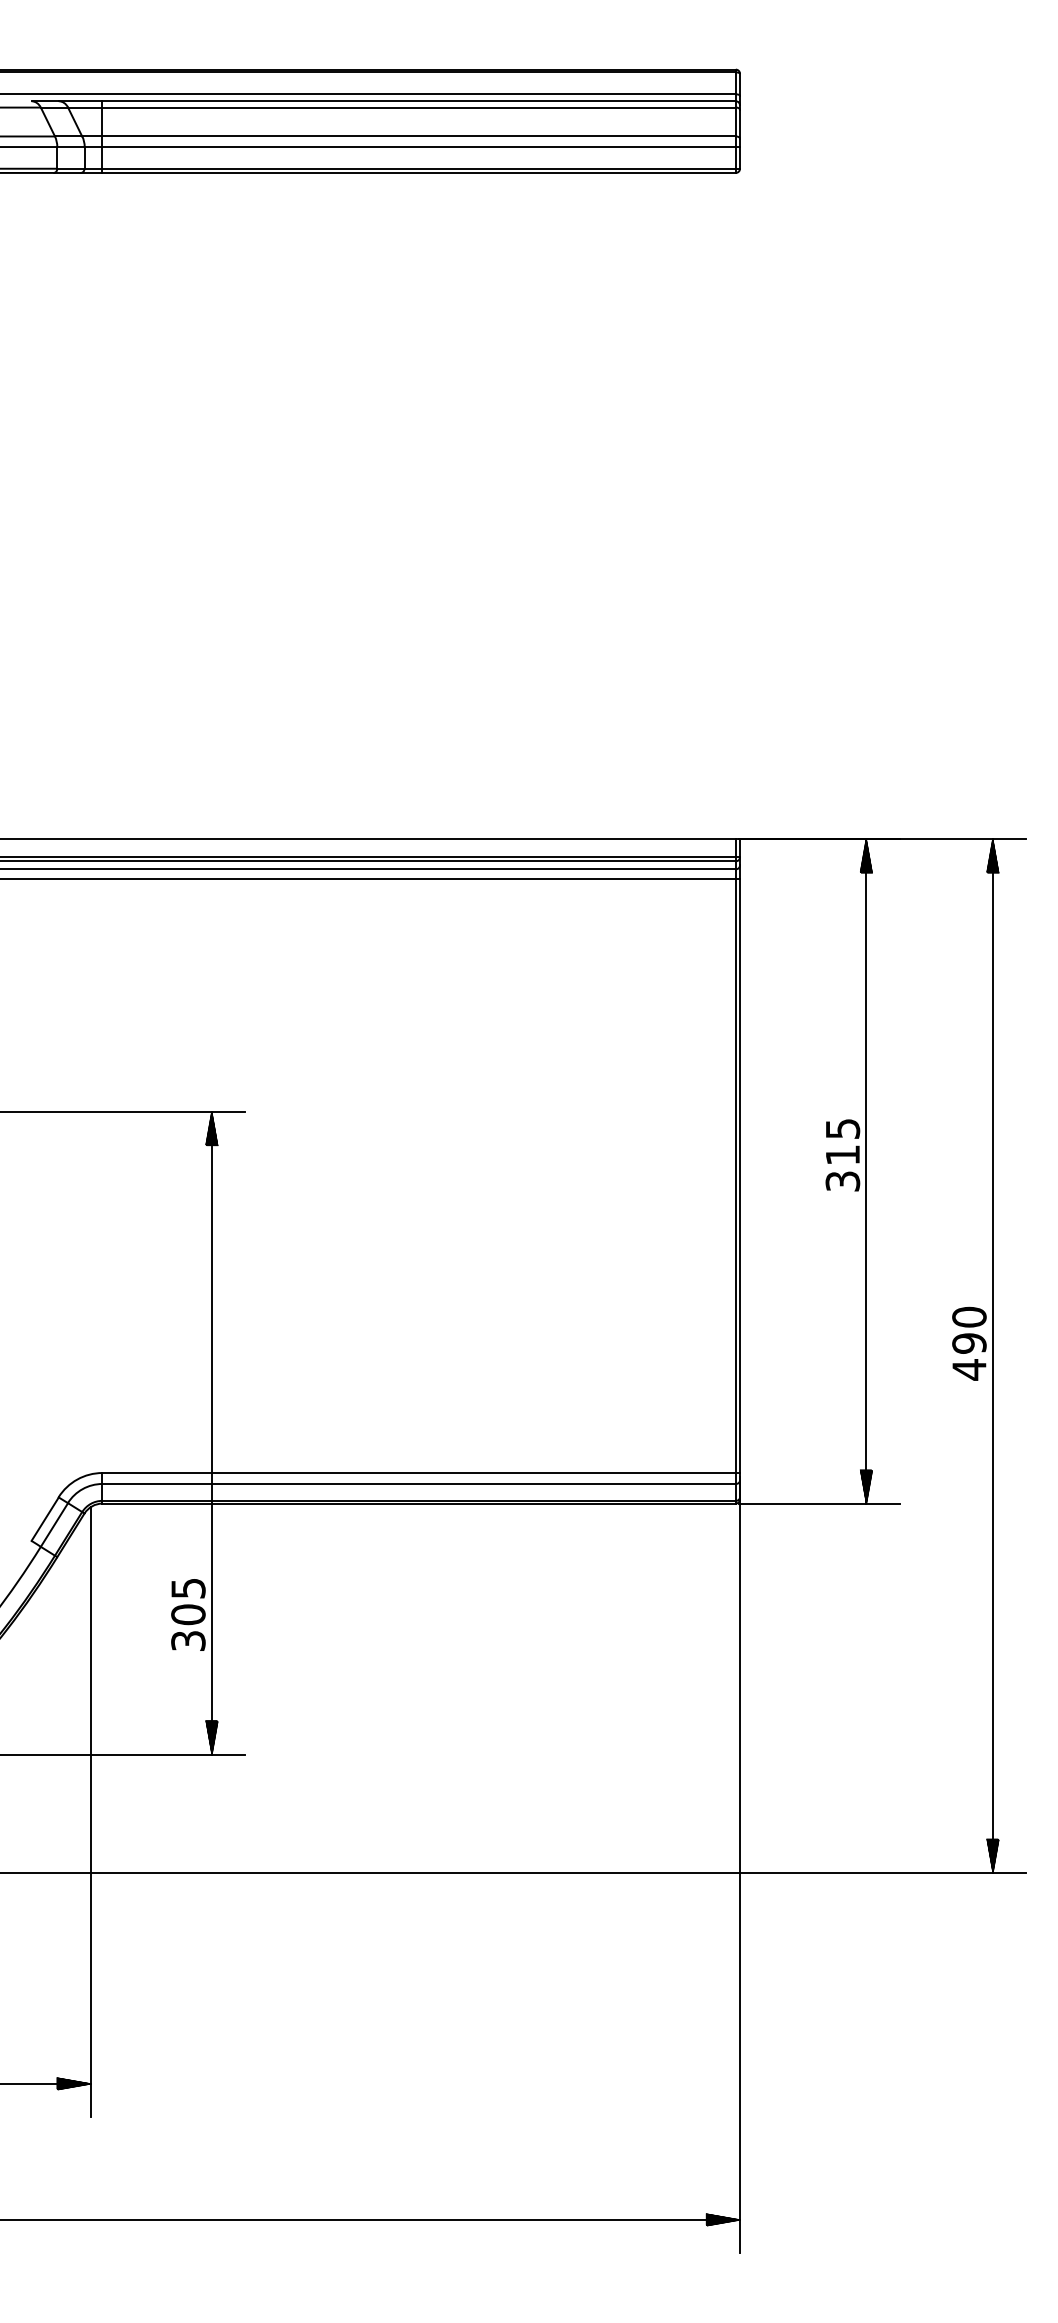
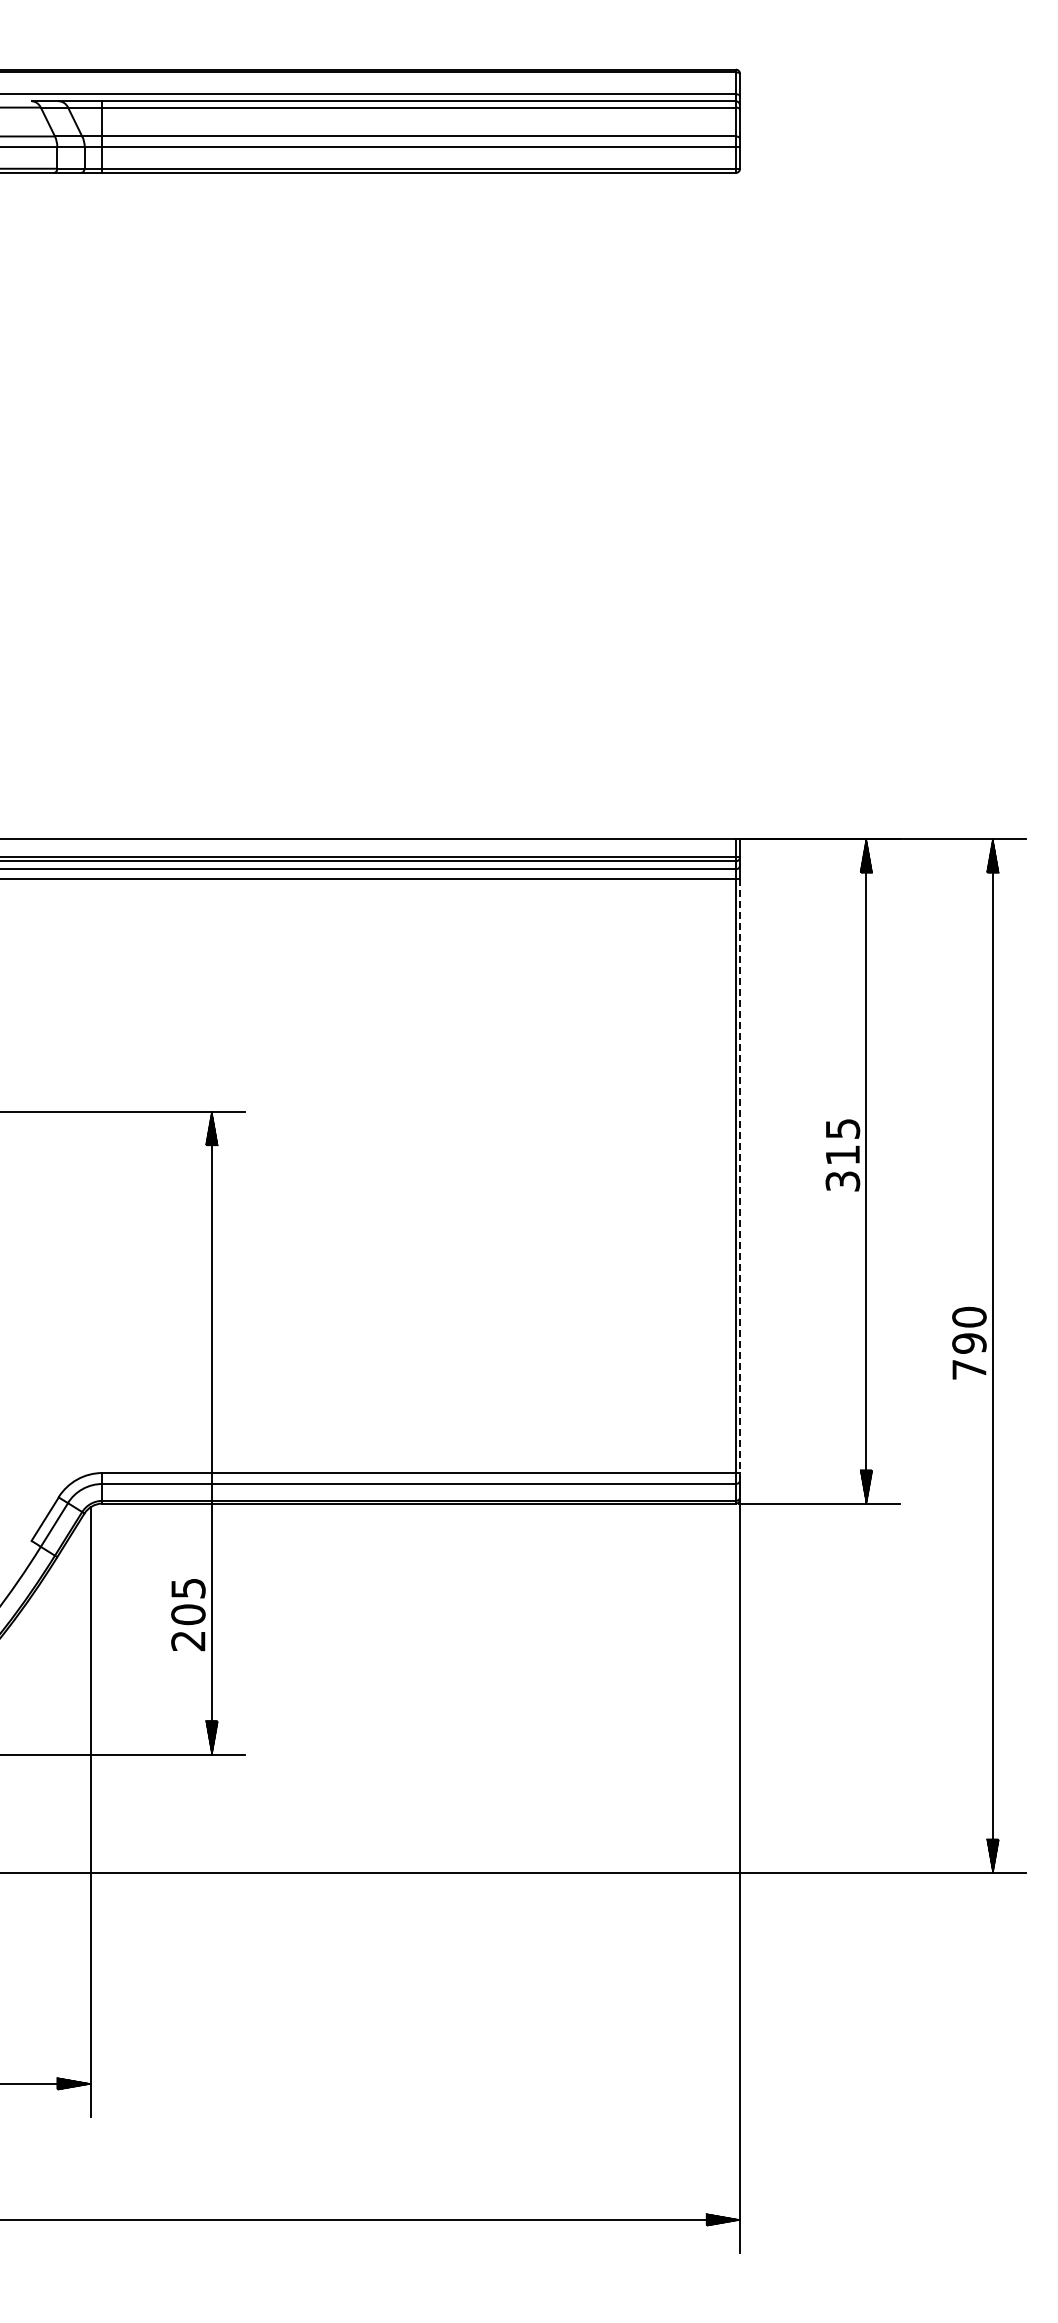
line at (740, 1176): solid -> dashed
text at (969, 1369): 490 -> 790
text at (188, 1641): 305 -> 205
